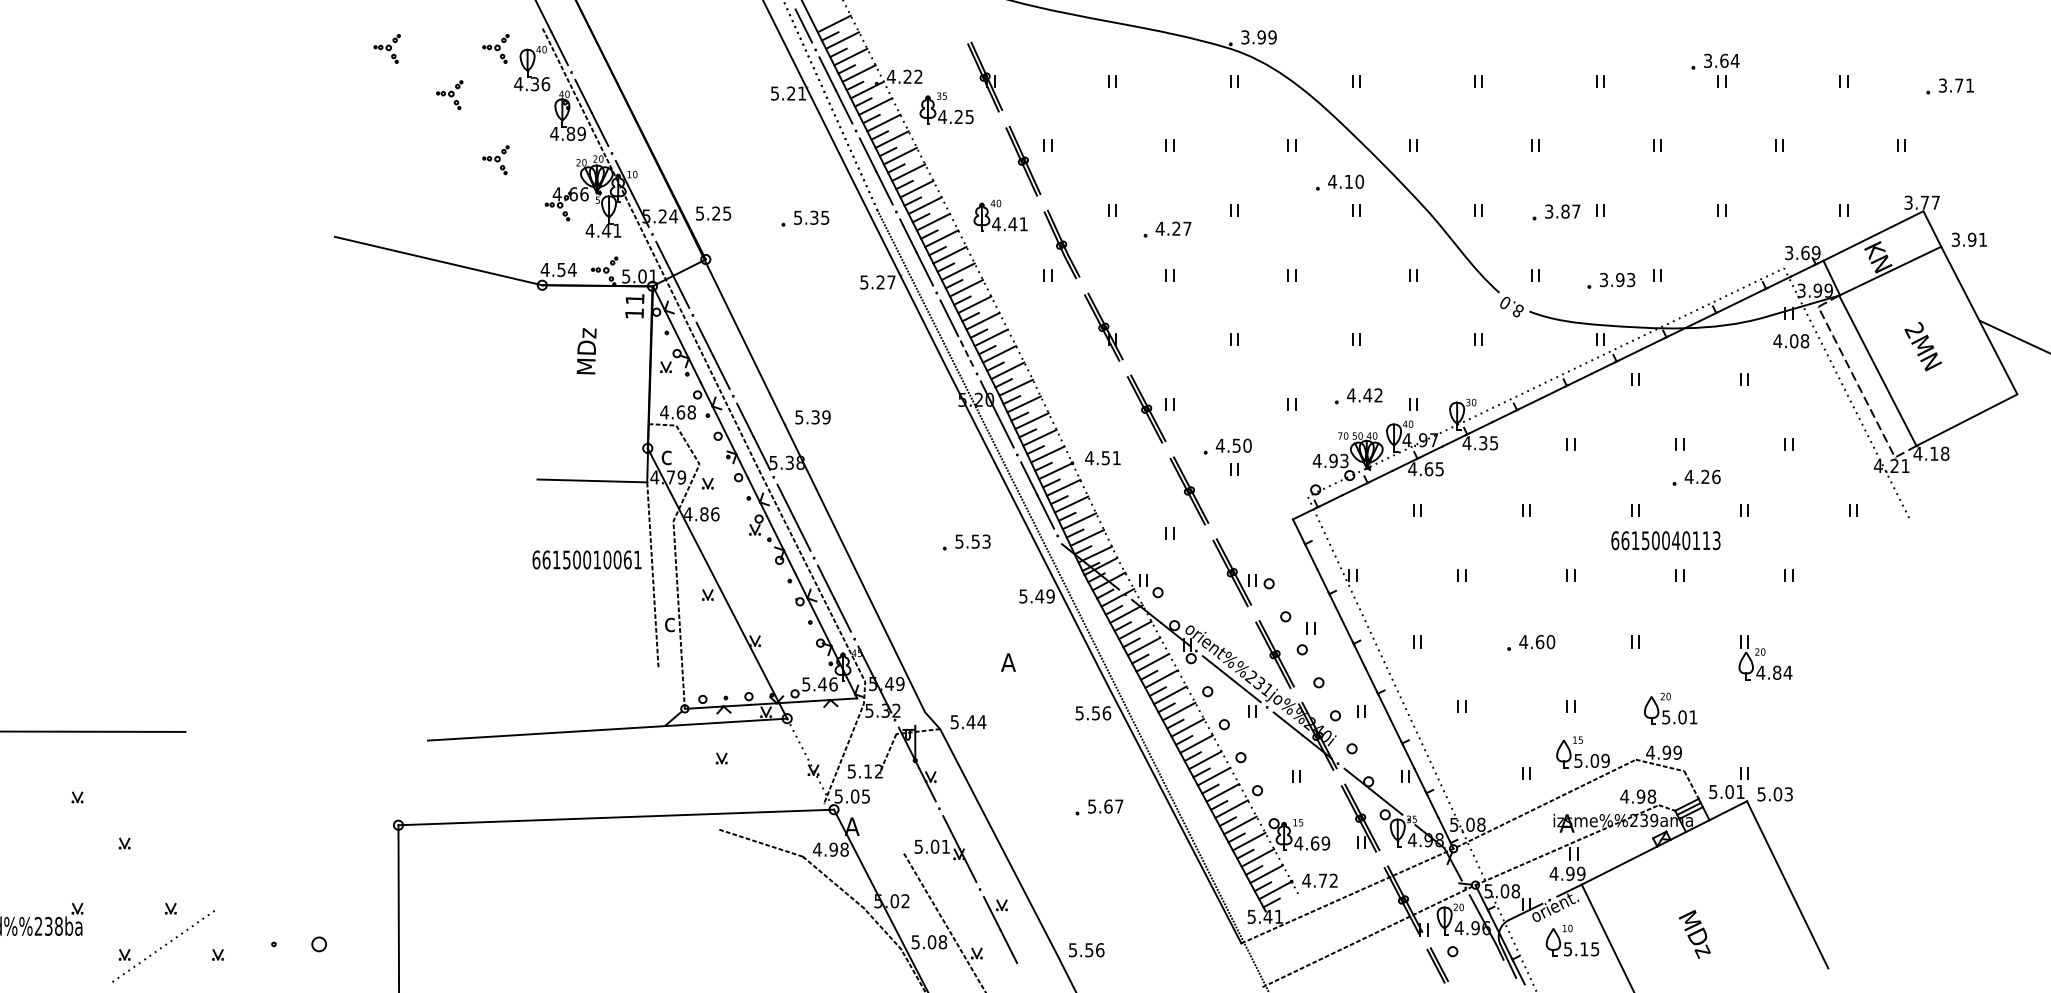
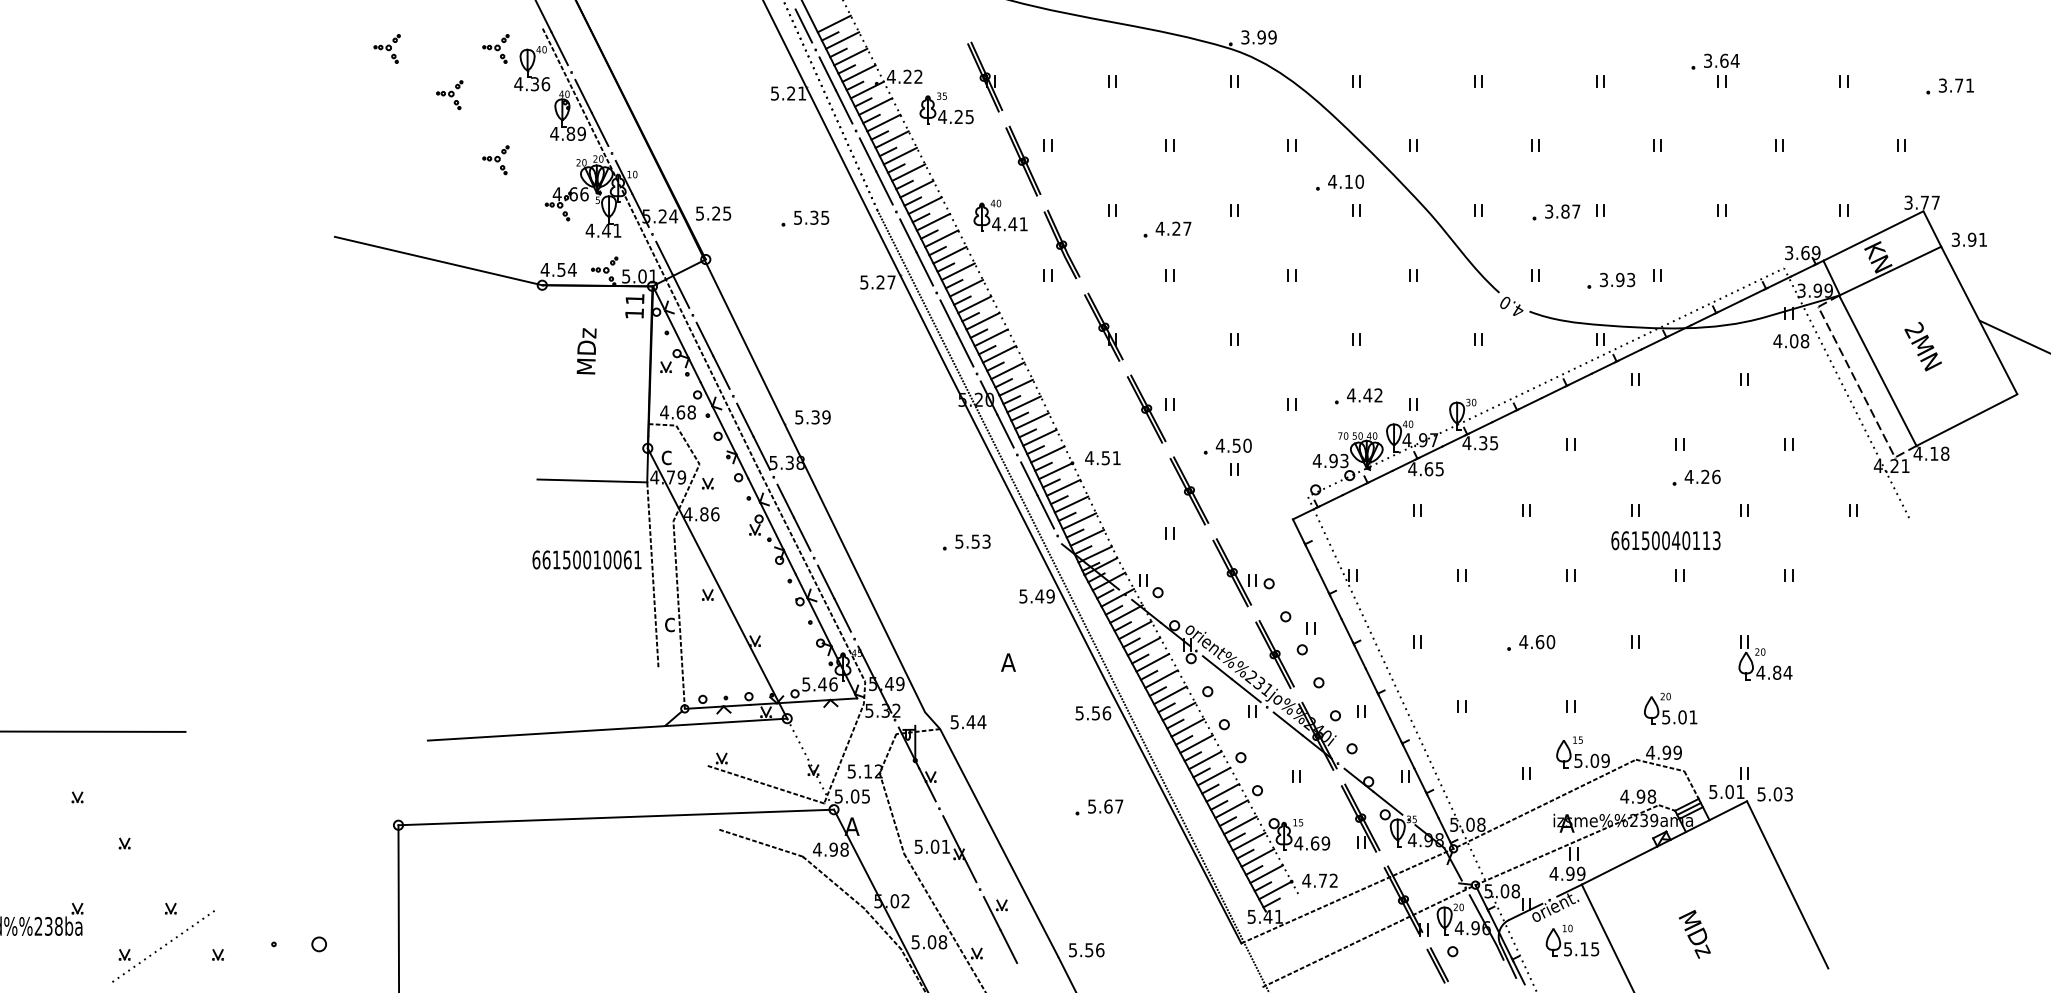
text at (1517, 310): 8.0 -> 4.0
line at (964, 349): dashed -> solid
line at (764, 784): none -> present
line at (891, 813): none -> present
